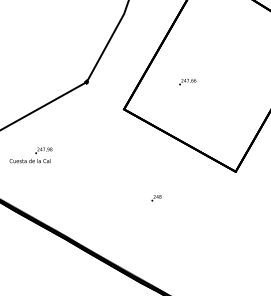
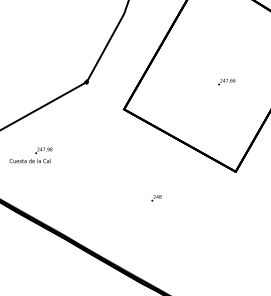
text at (187, 82) position: (187, 82) -> (226, 82)
